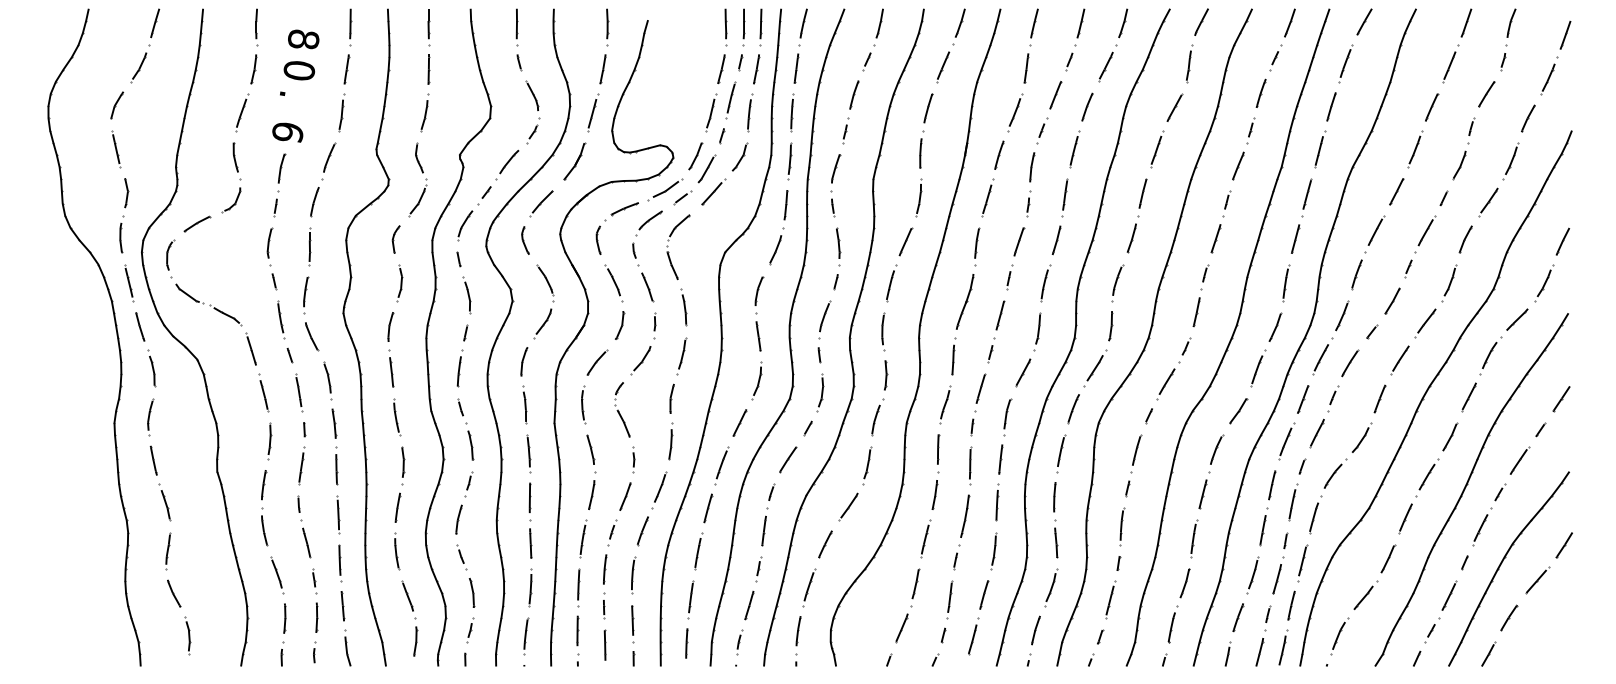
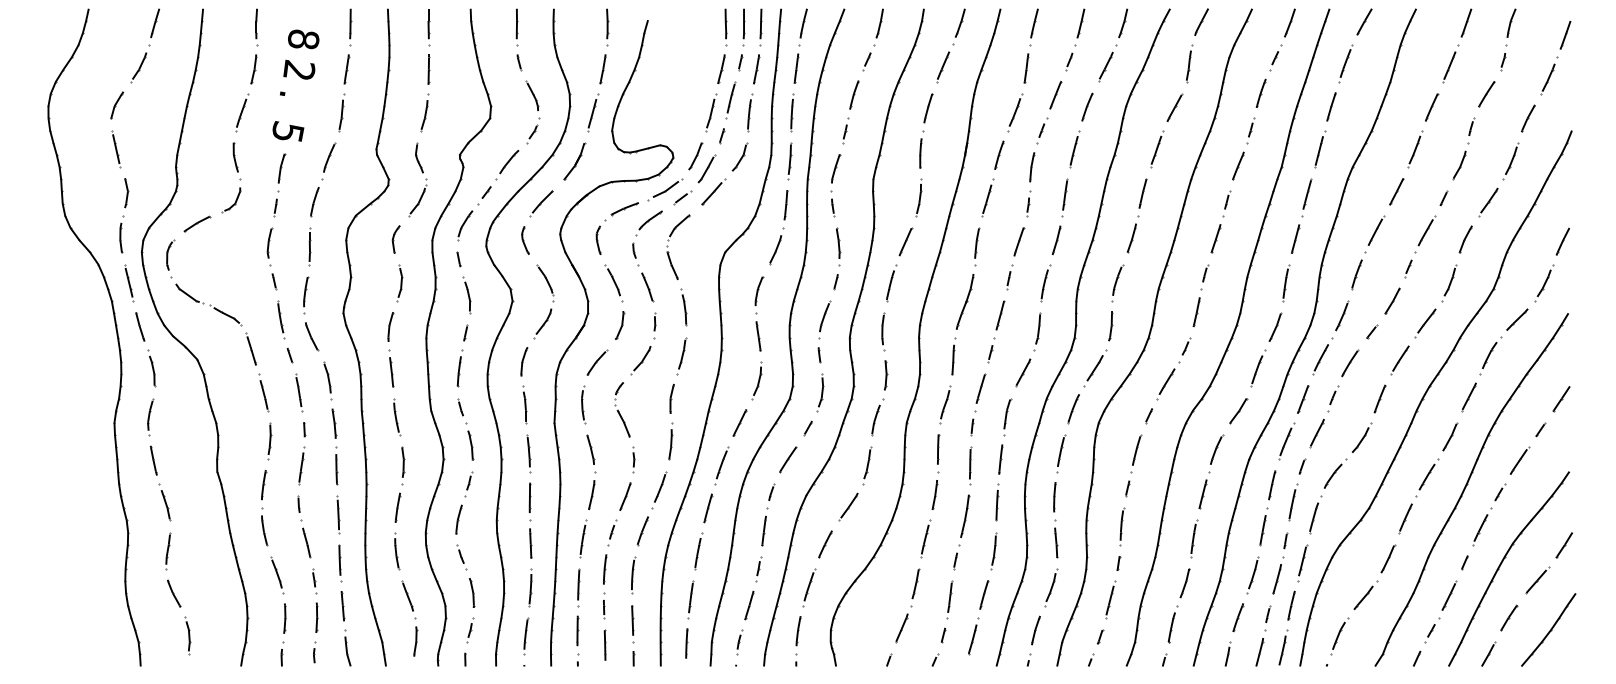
text at (299, 69): 0 -> 2
text at (288, 131): 6 -> 5
part at (1548, 629): none -> present
